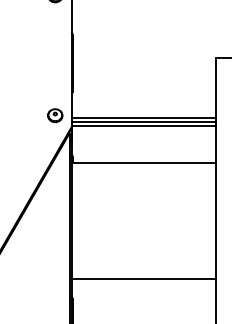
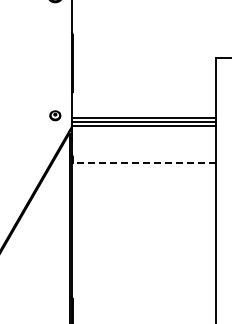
part at (55, 115) size: 17x16 px -> 13x12 px
line at (143, 162): solid -> dashed
line at (143, 278): present -> none
